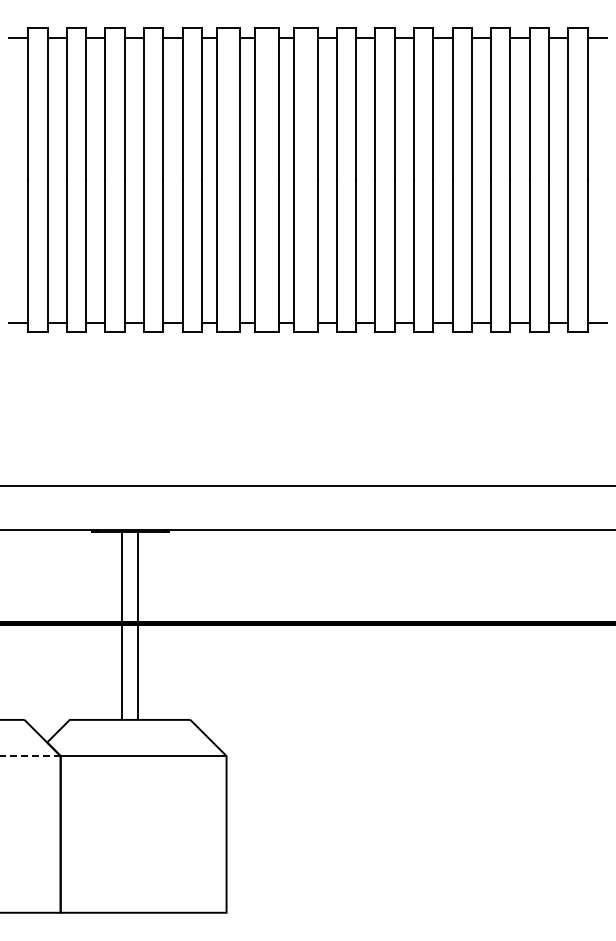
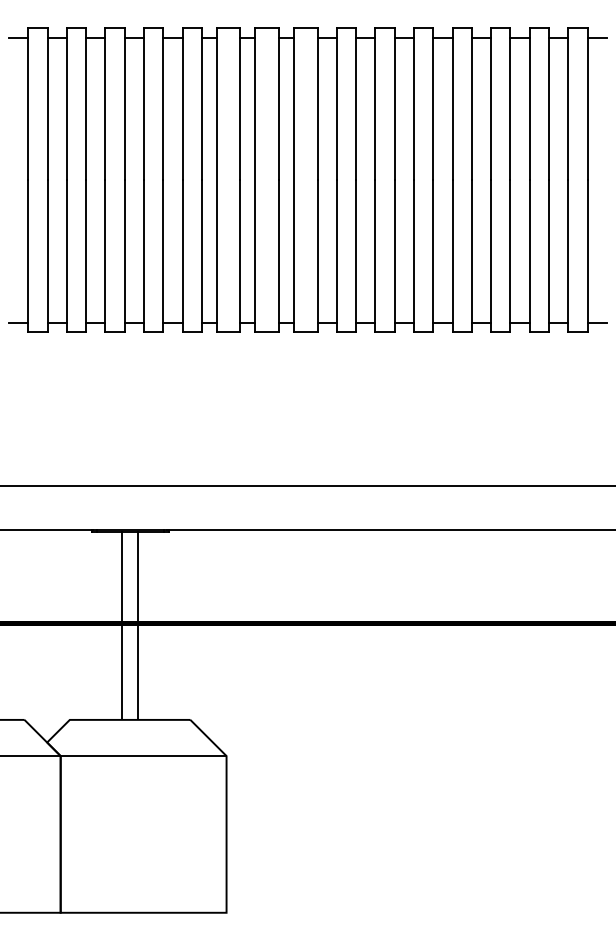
line at (30, 756): dashed -> solid
